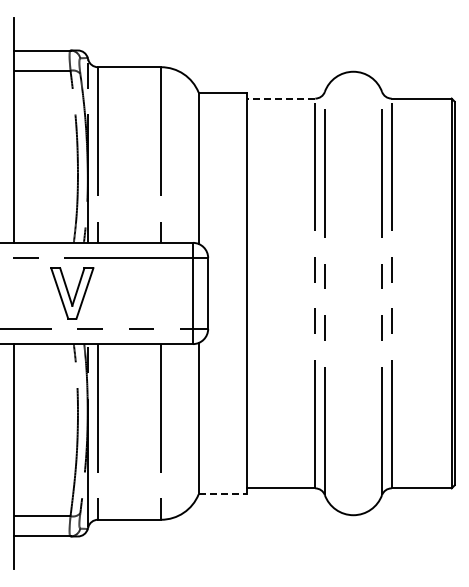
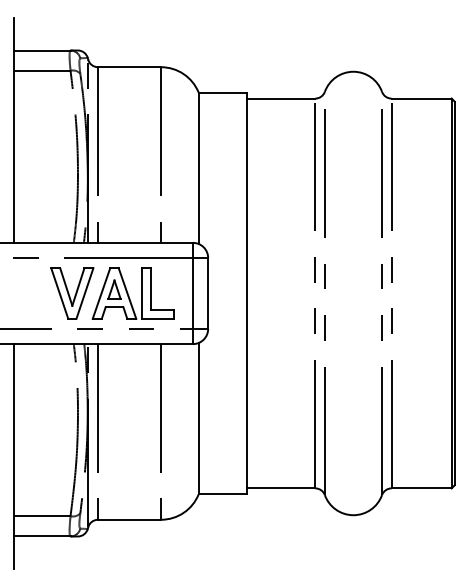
line at (280, 98): dashed -> solid
part at (132, 293): none -> present
line at (223, 494): dashed -> solid
